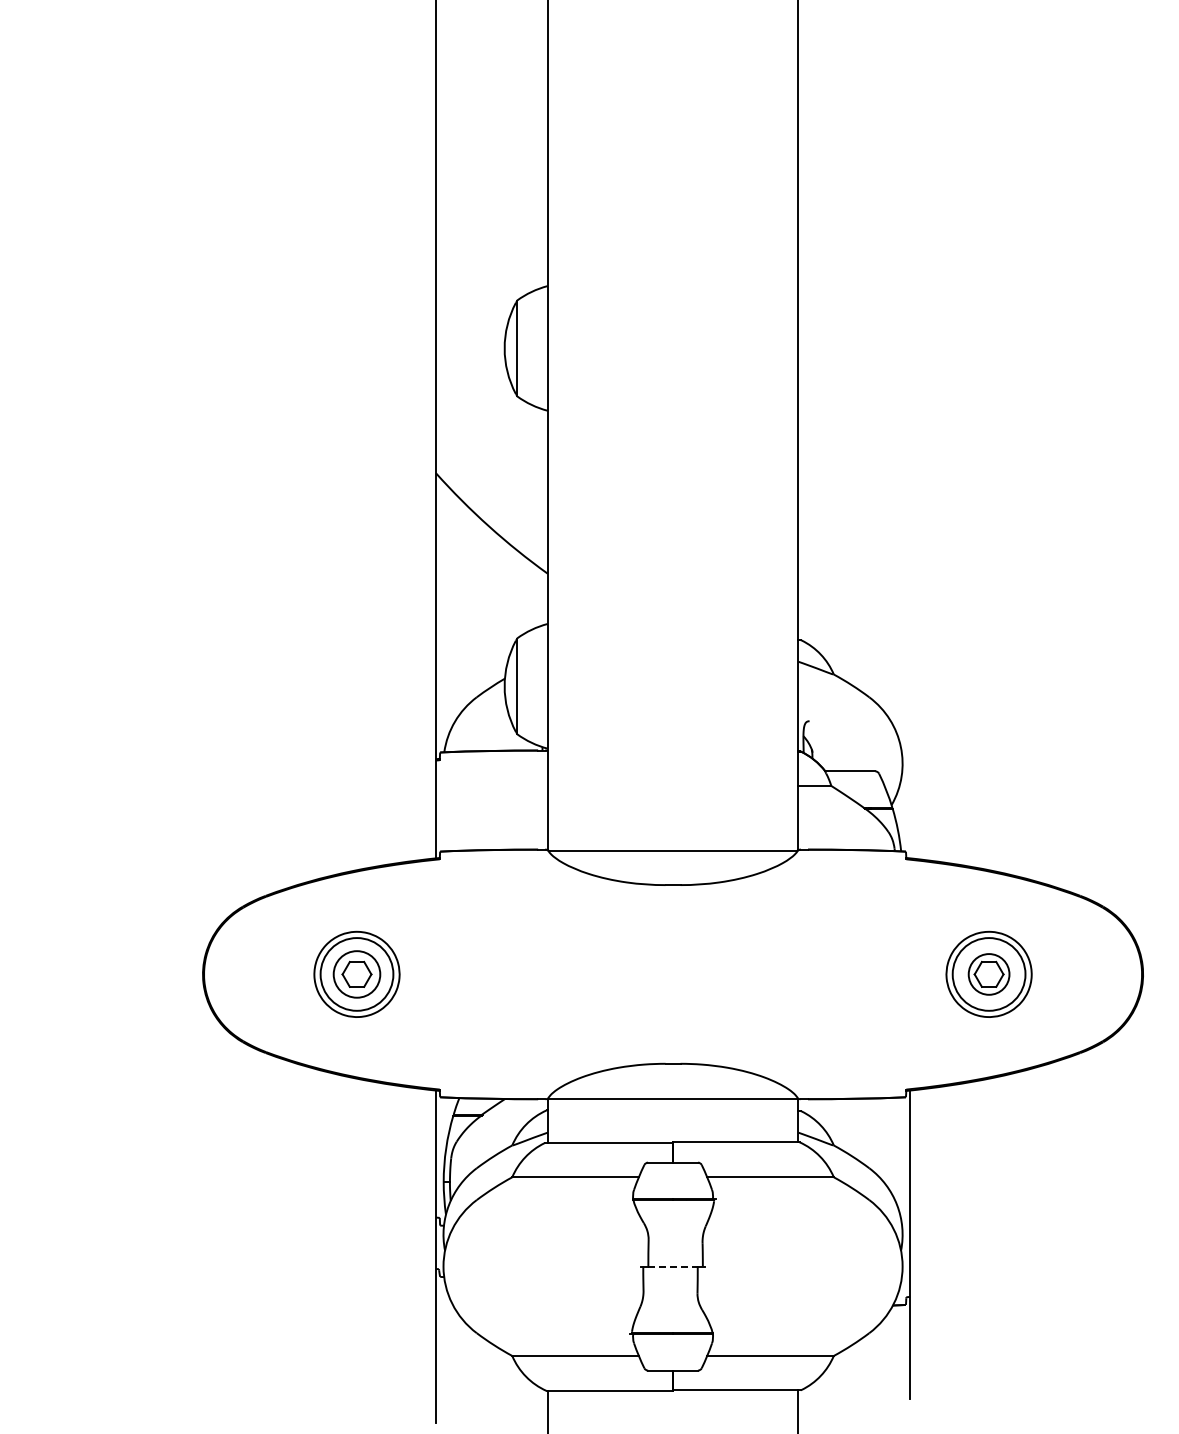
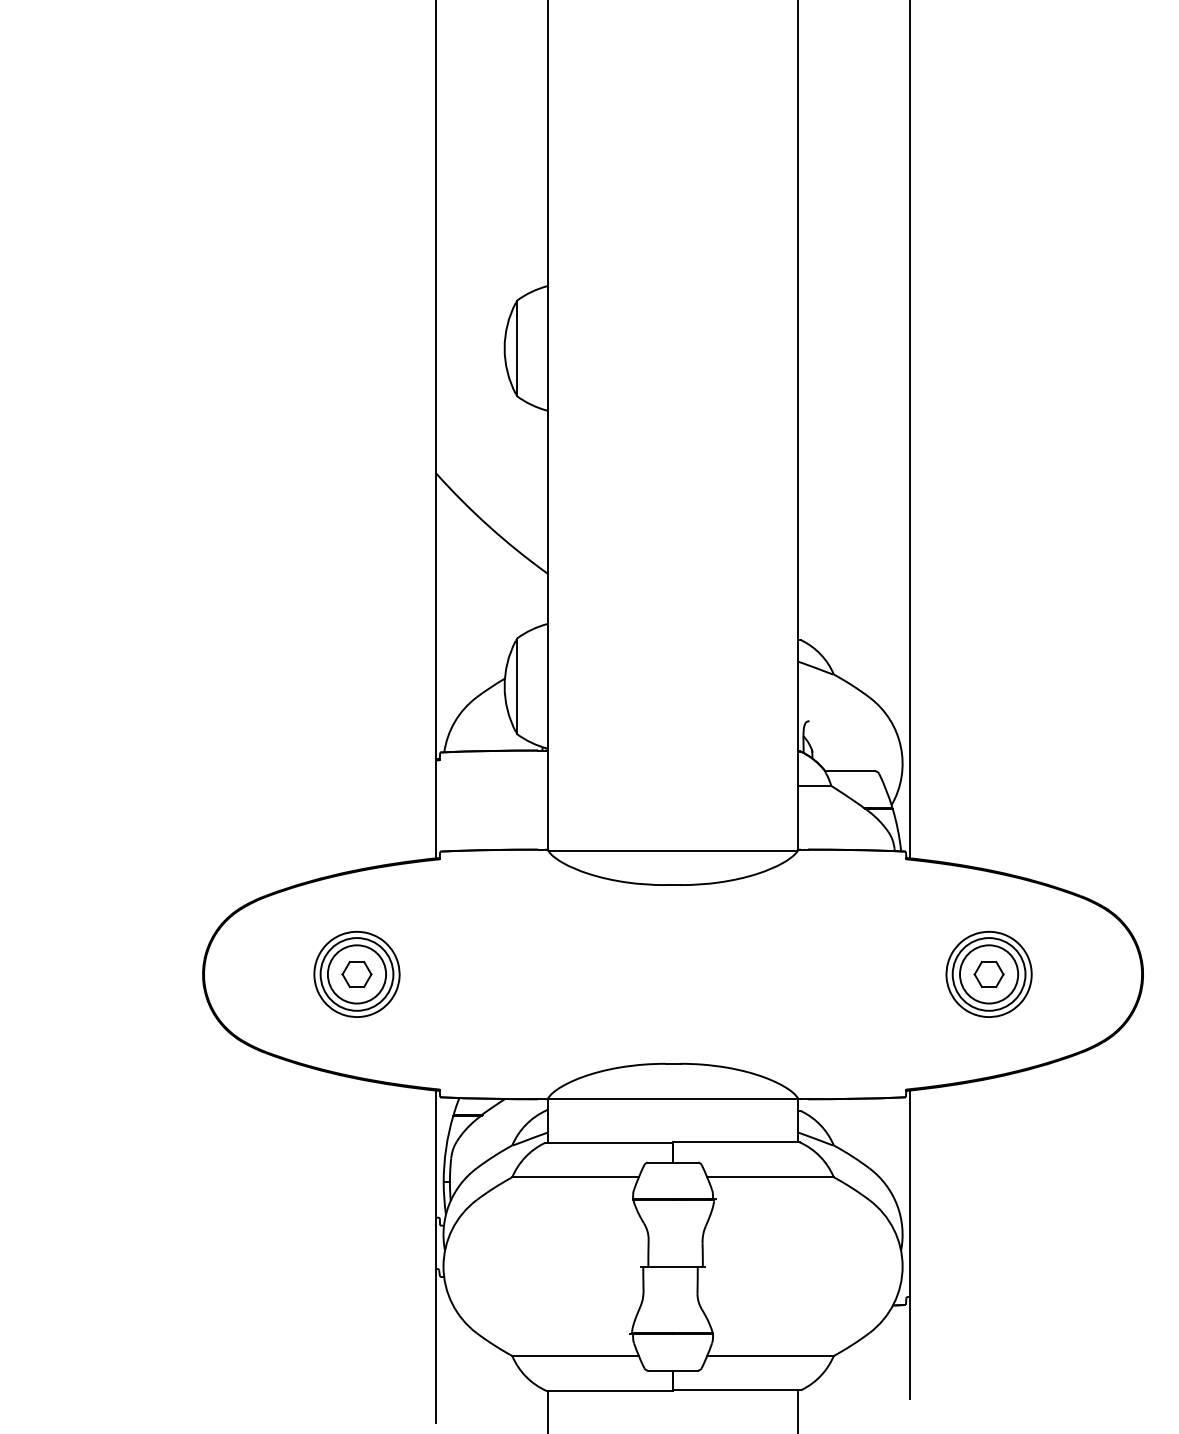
line at (910, 430): none -> present
circle at (356, 974) diameter: 47 px -> 58 px
circle at (988, 974) diameter: 41 px -> 58 px
line at (673, 1266): dashed -> solid
